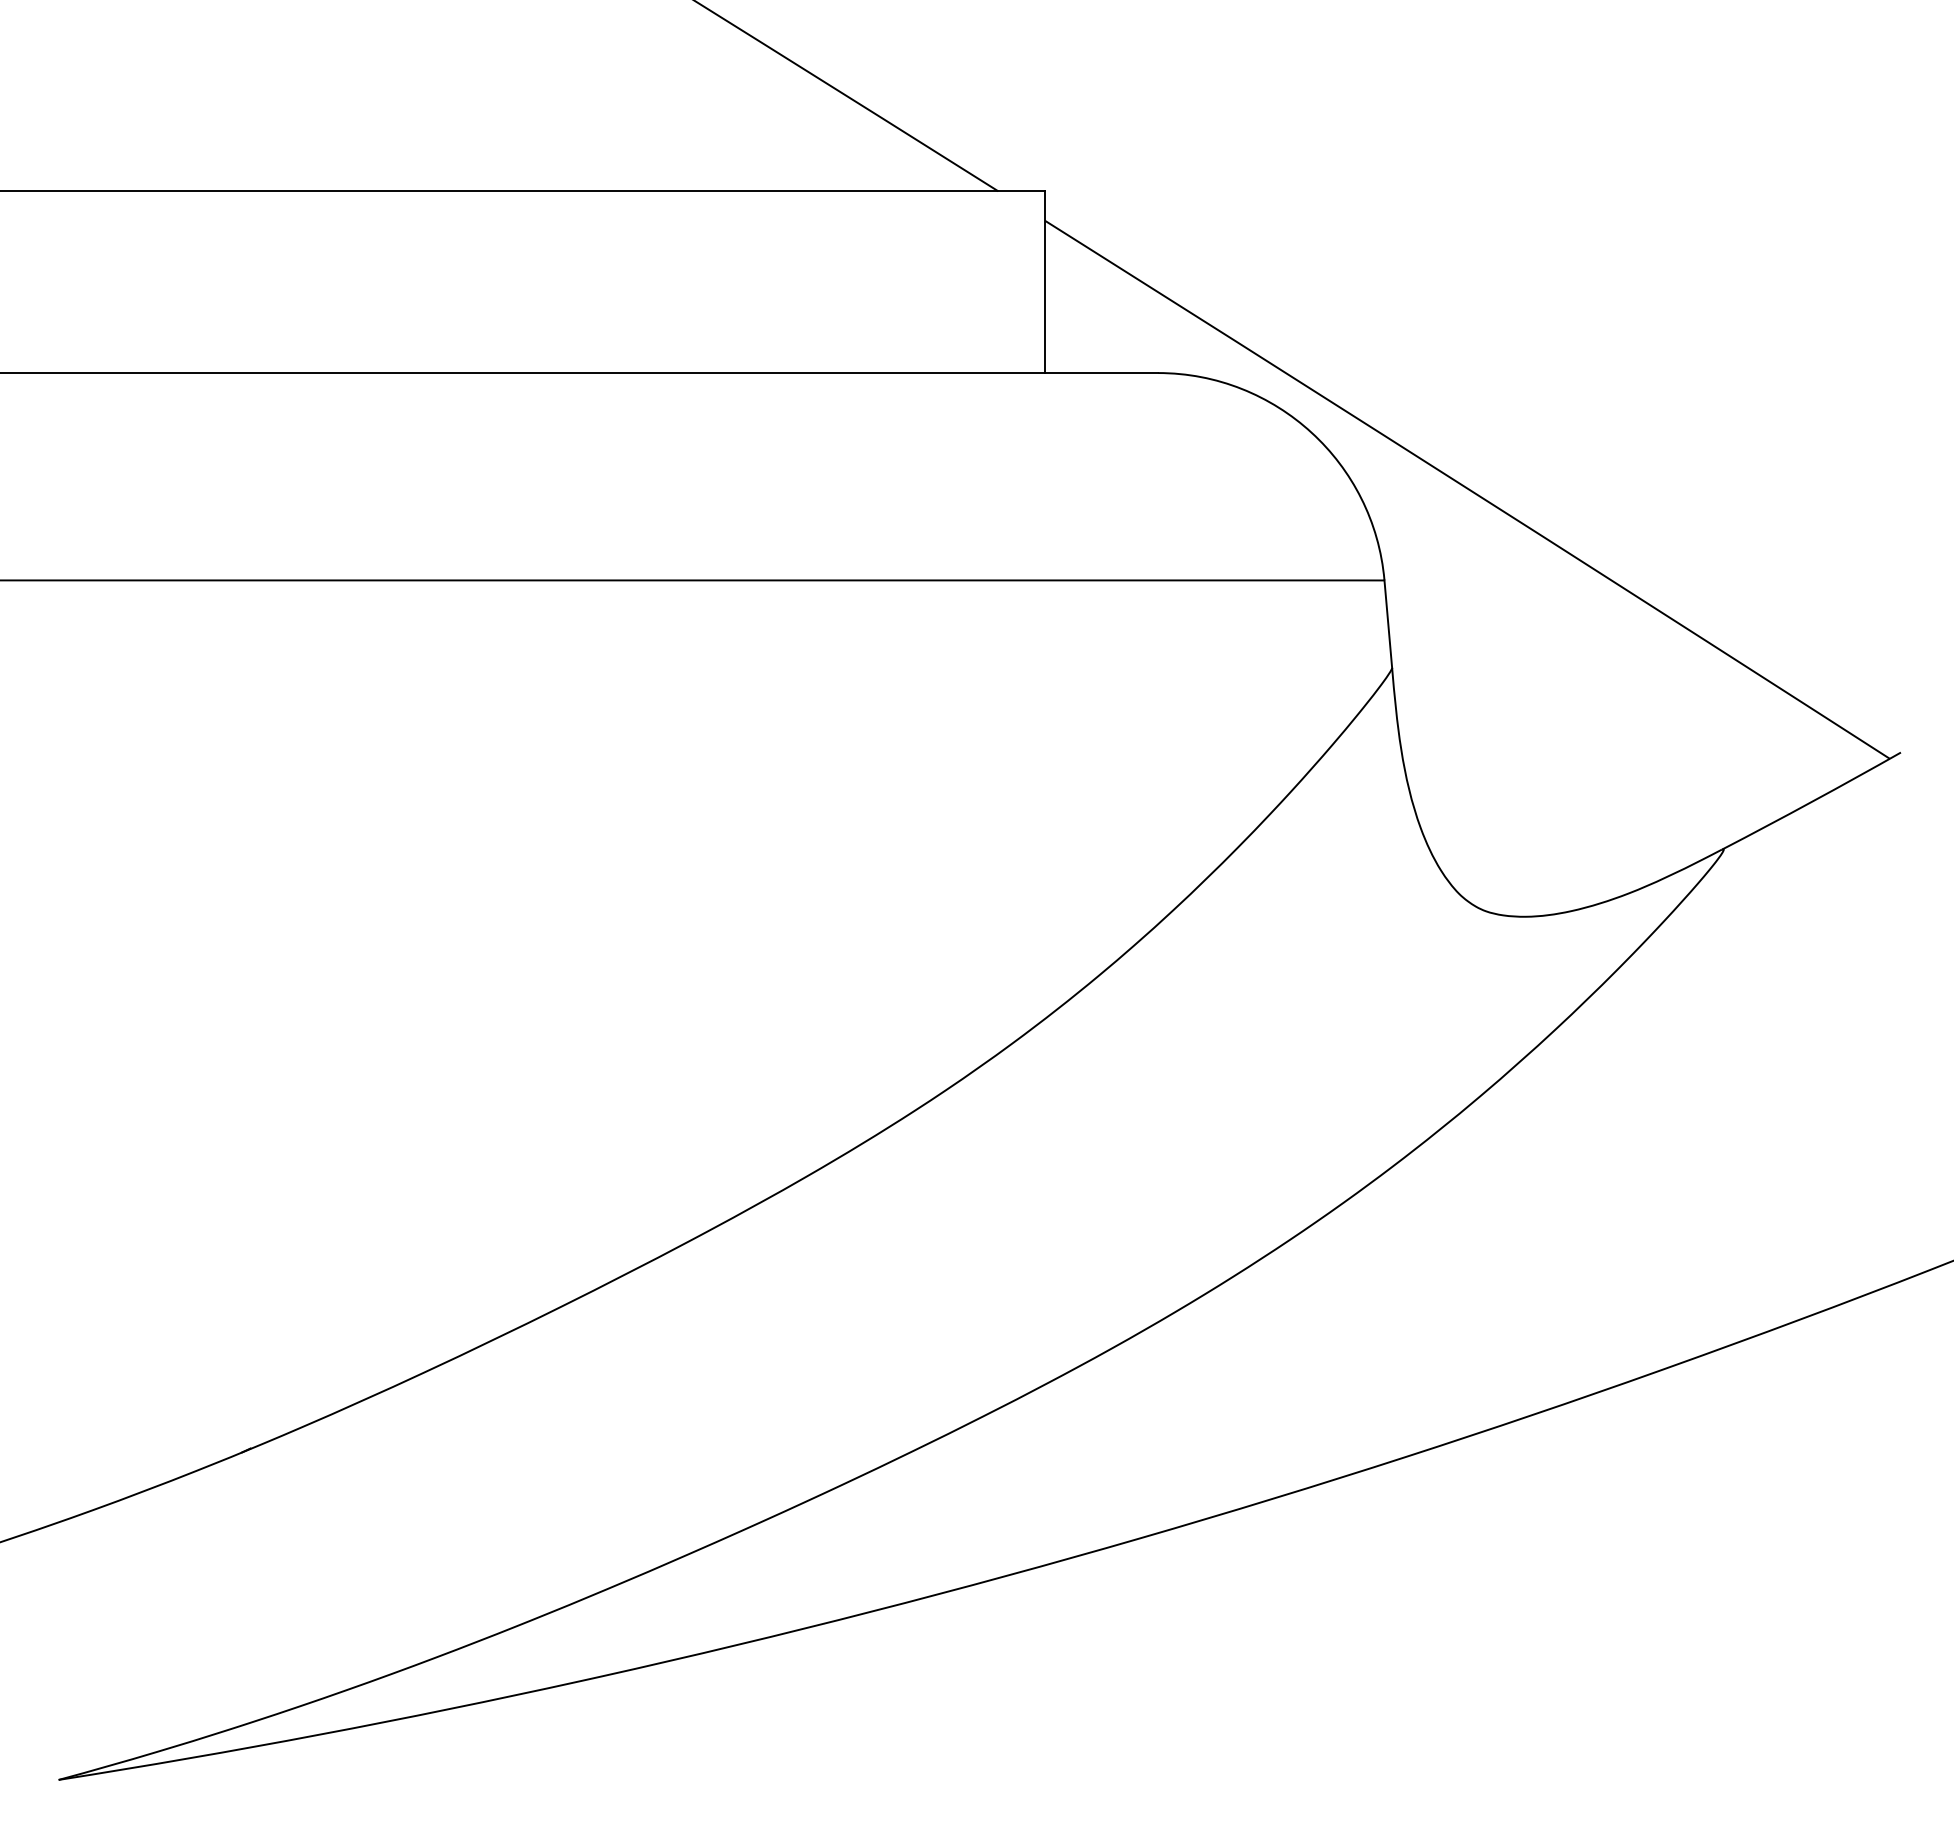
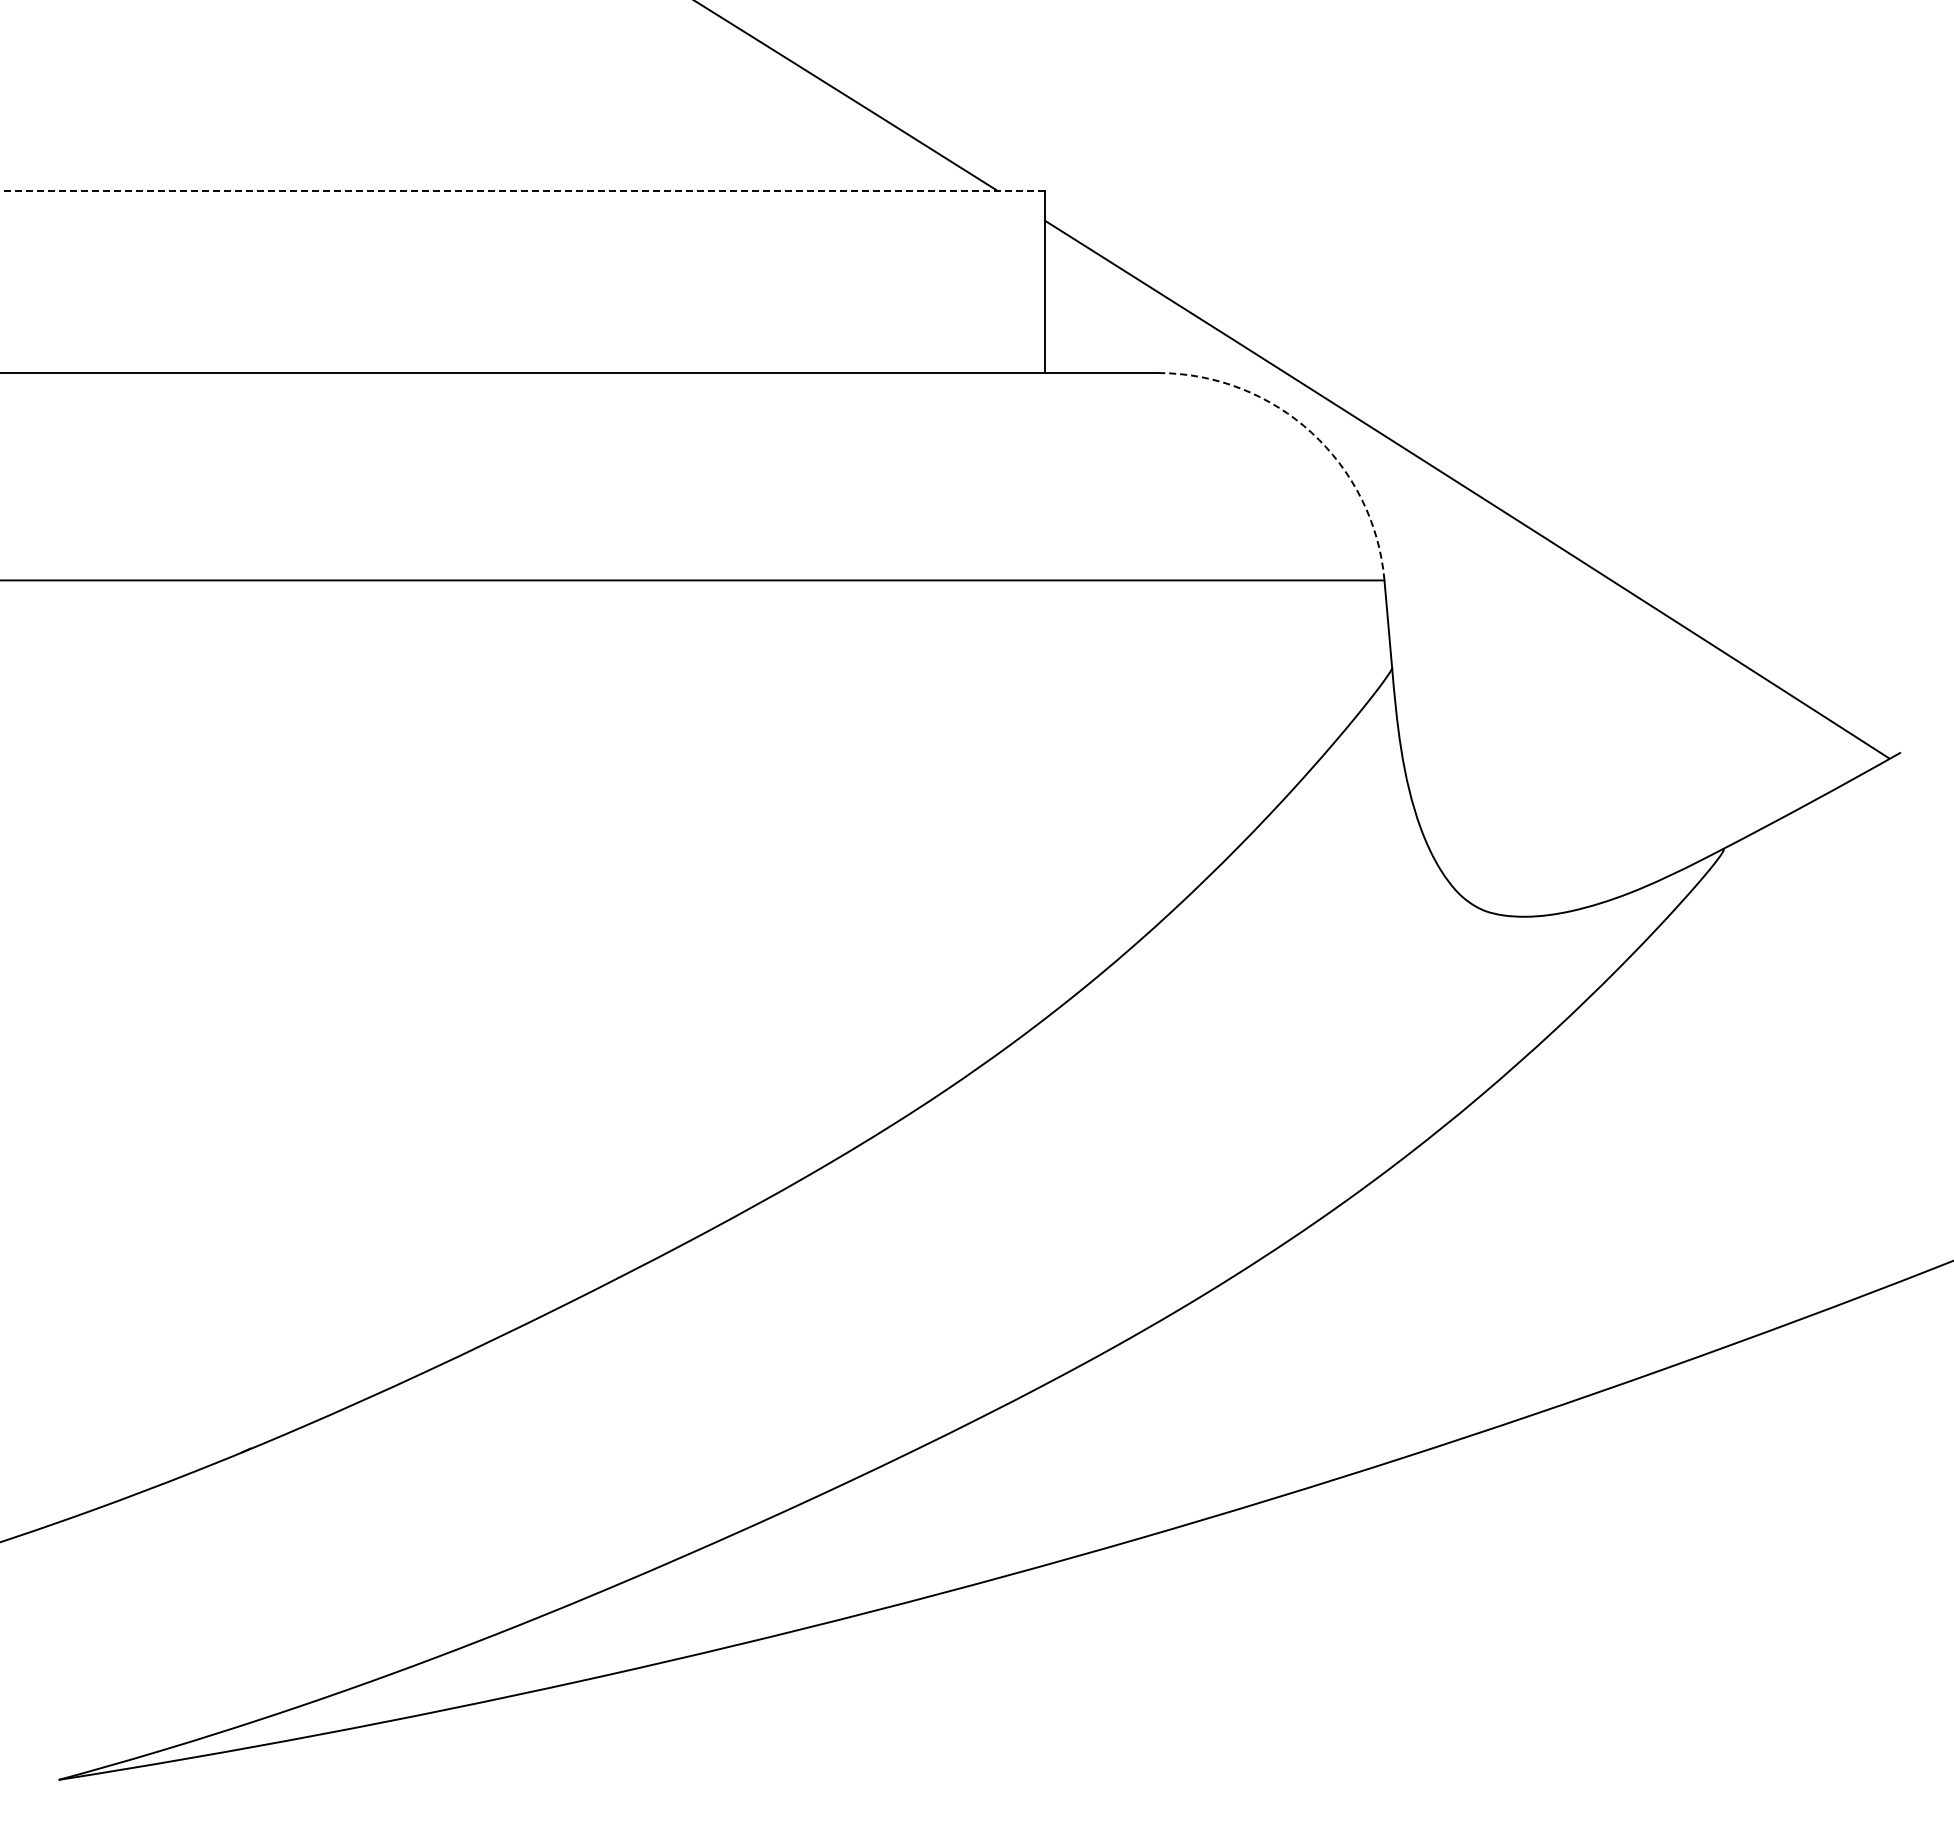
line at (522, 191): solid -> dashed
arc at (1311, 432): solid -> dashed
